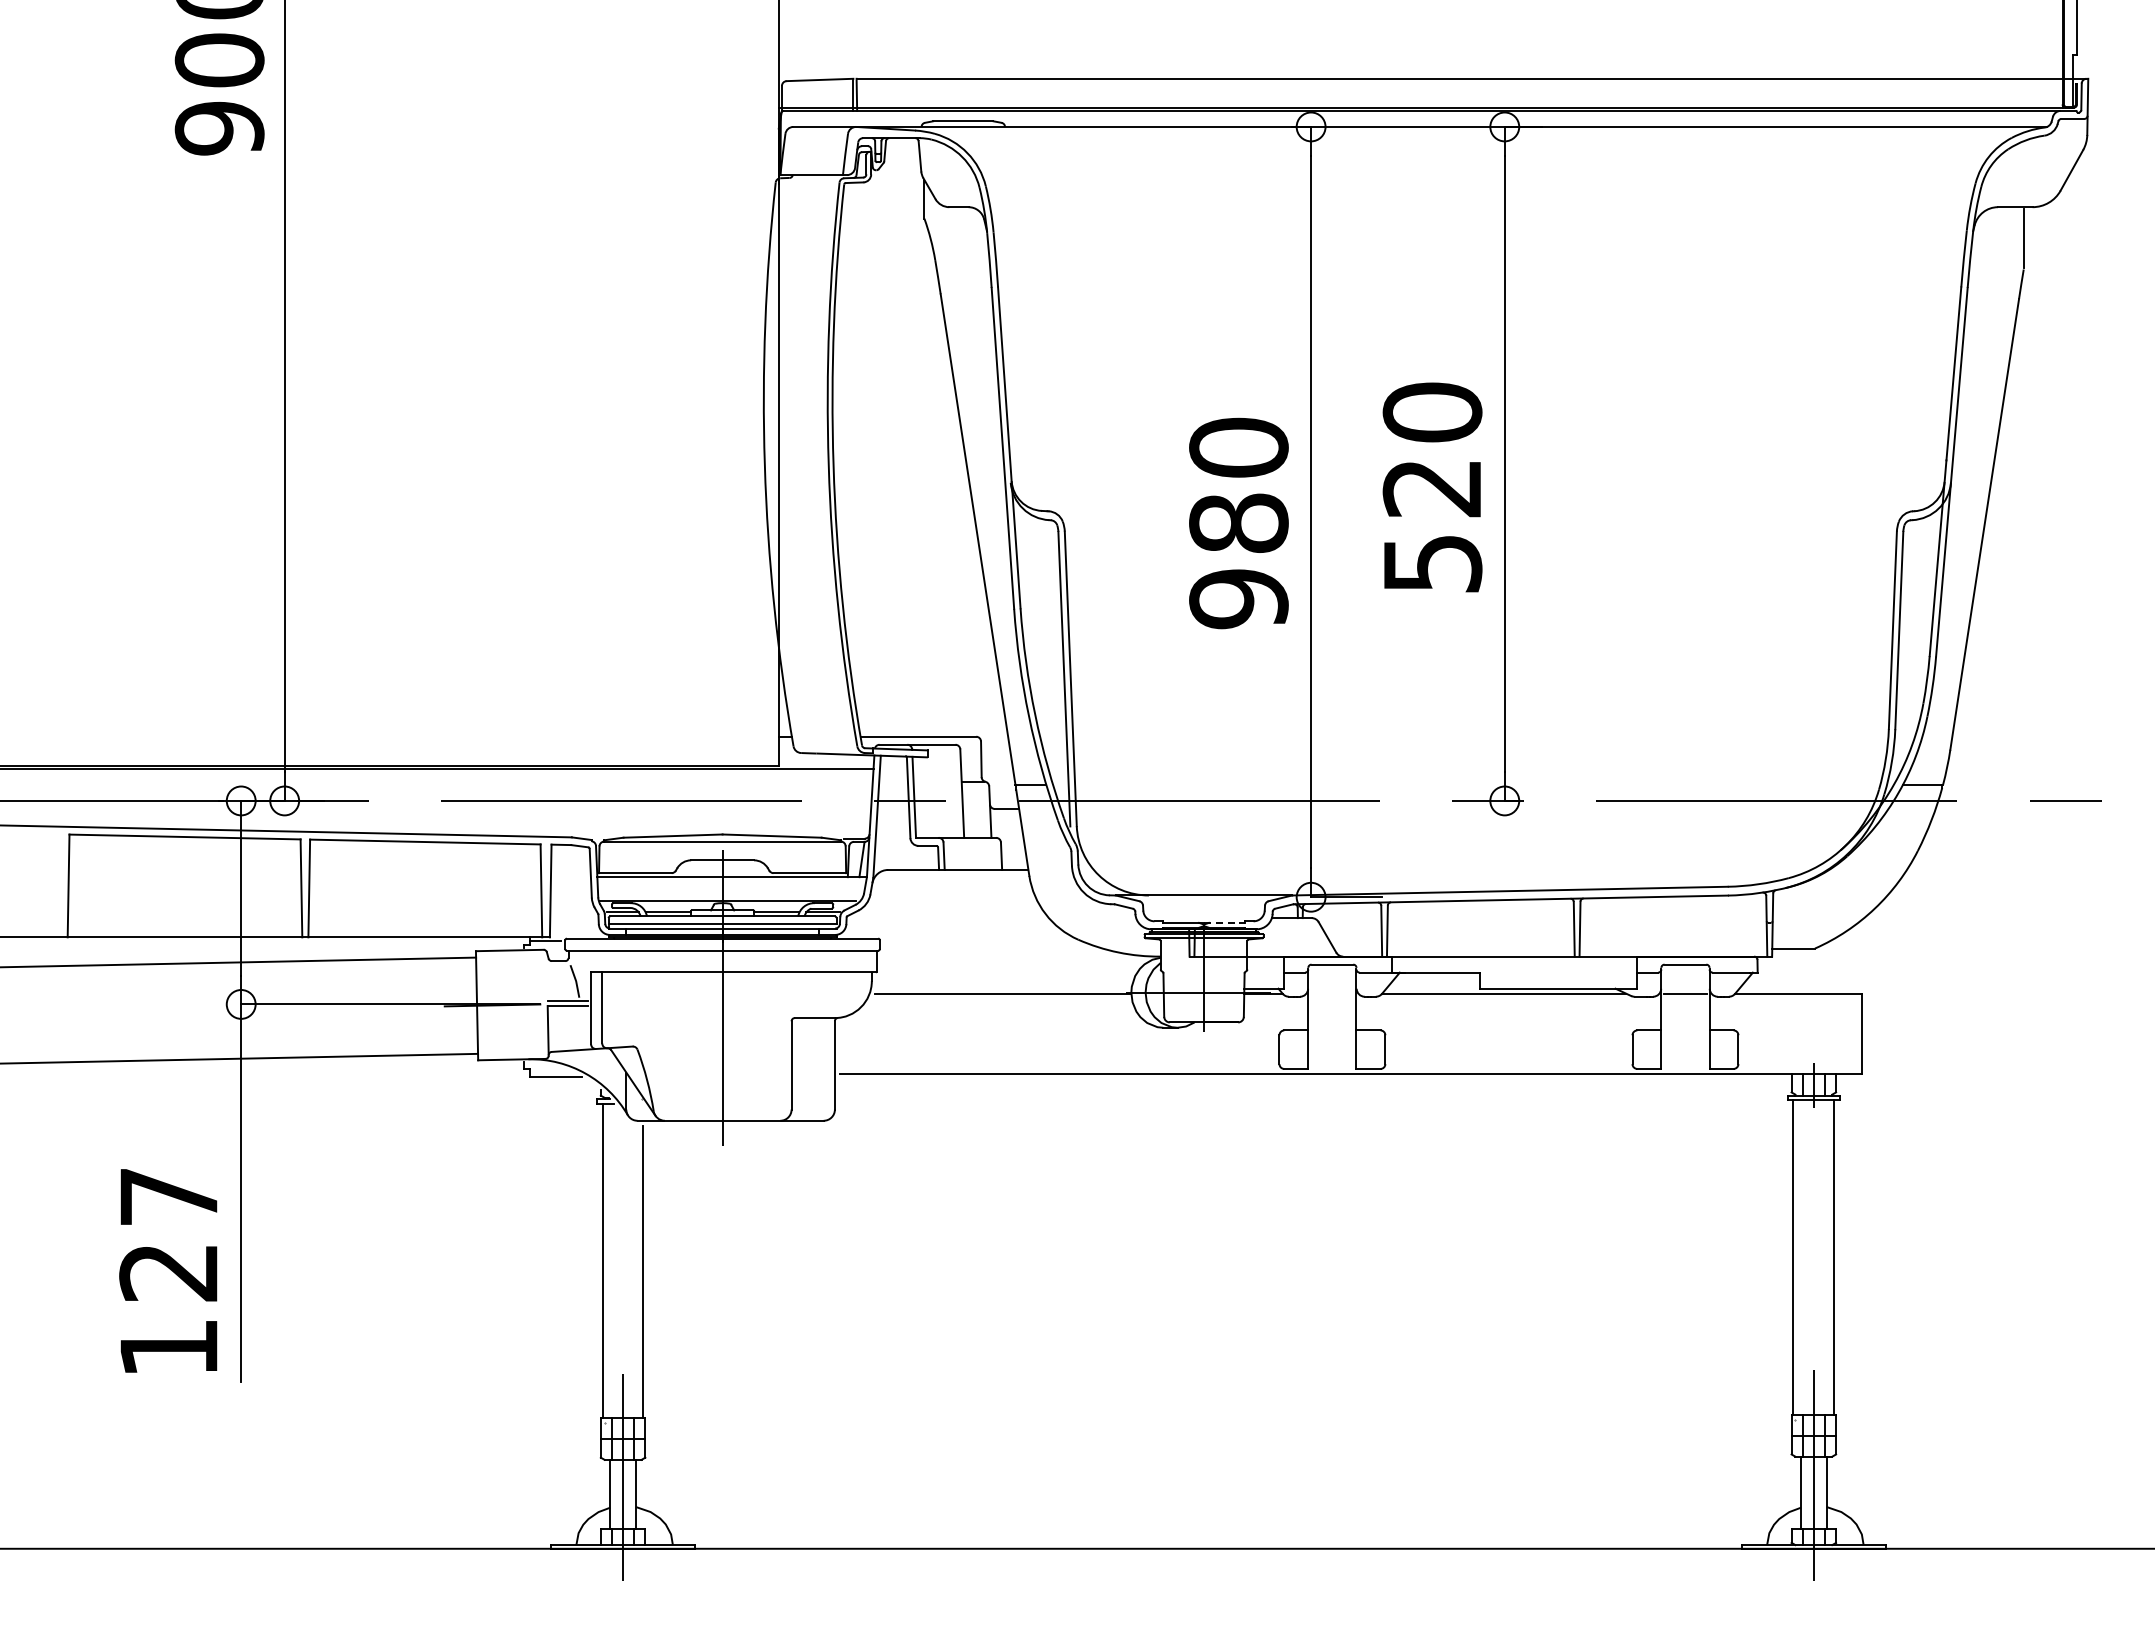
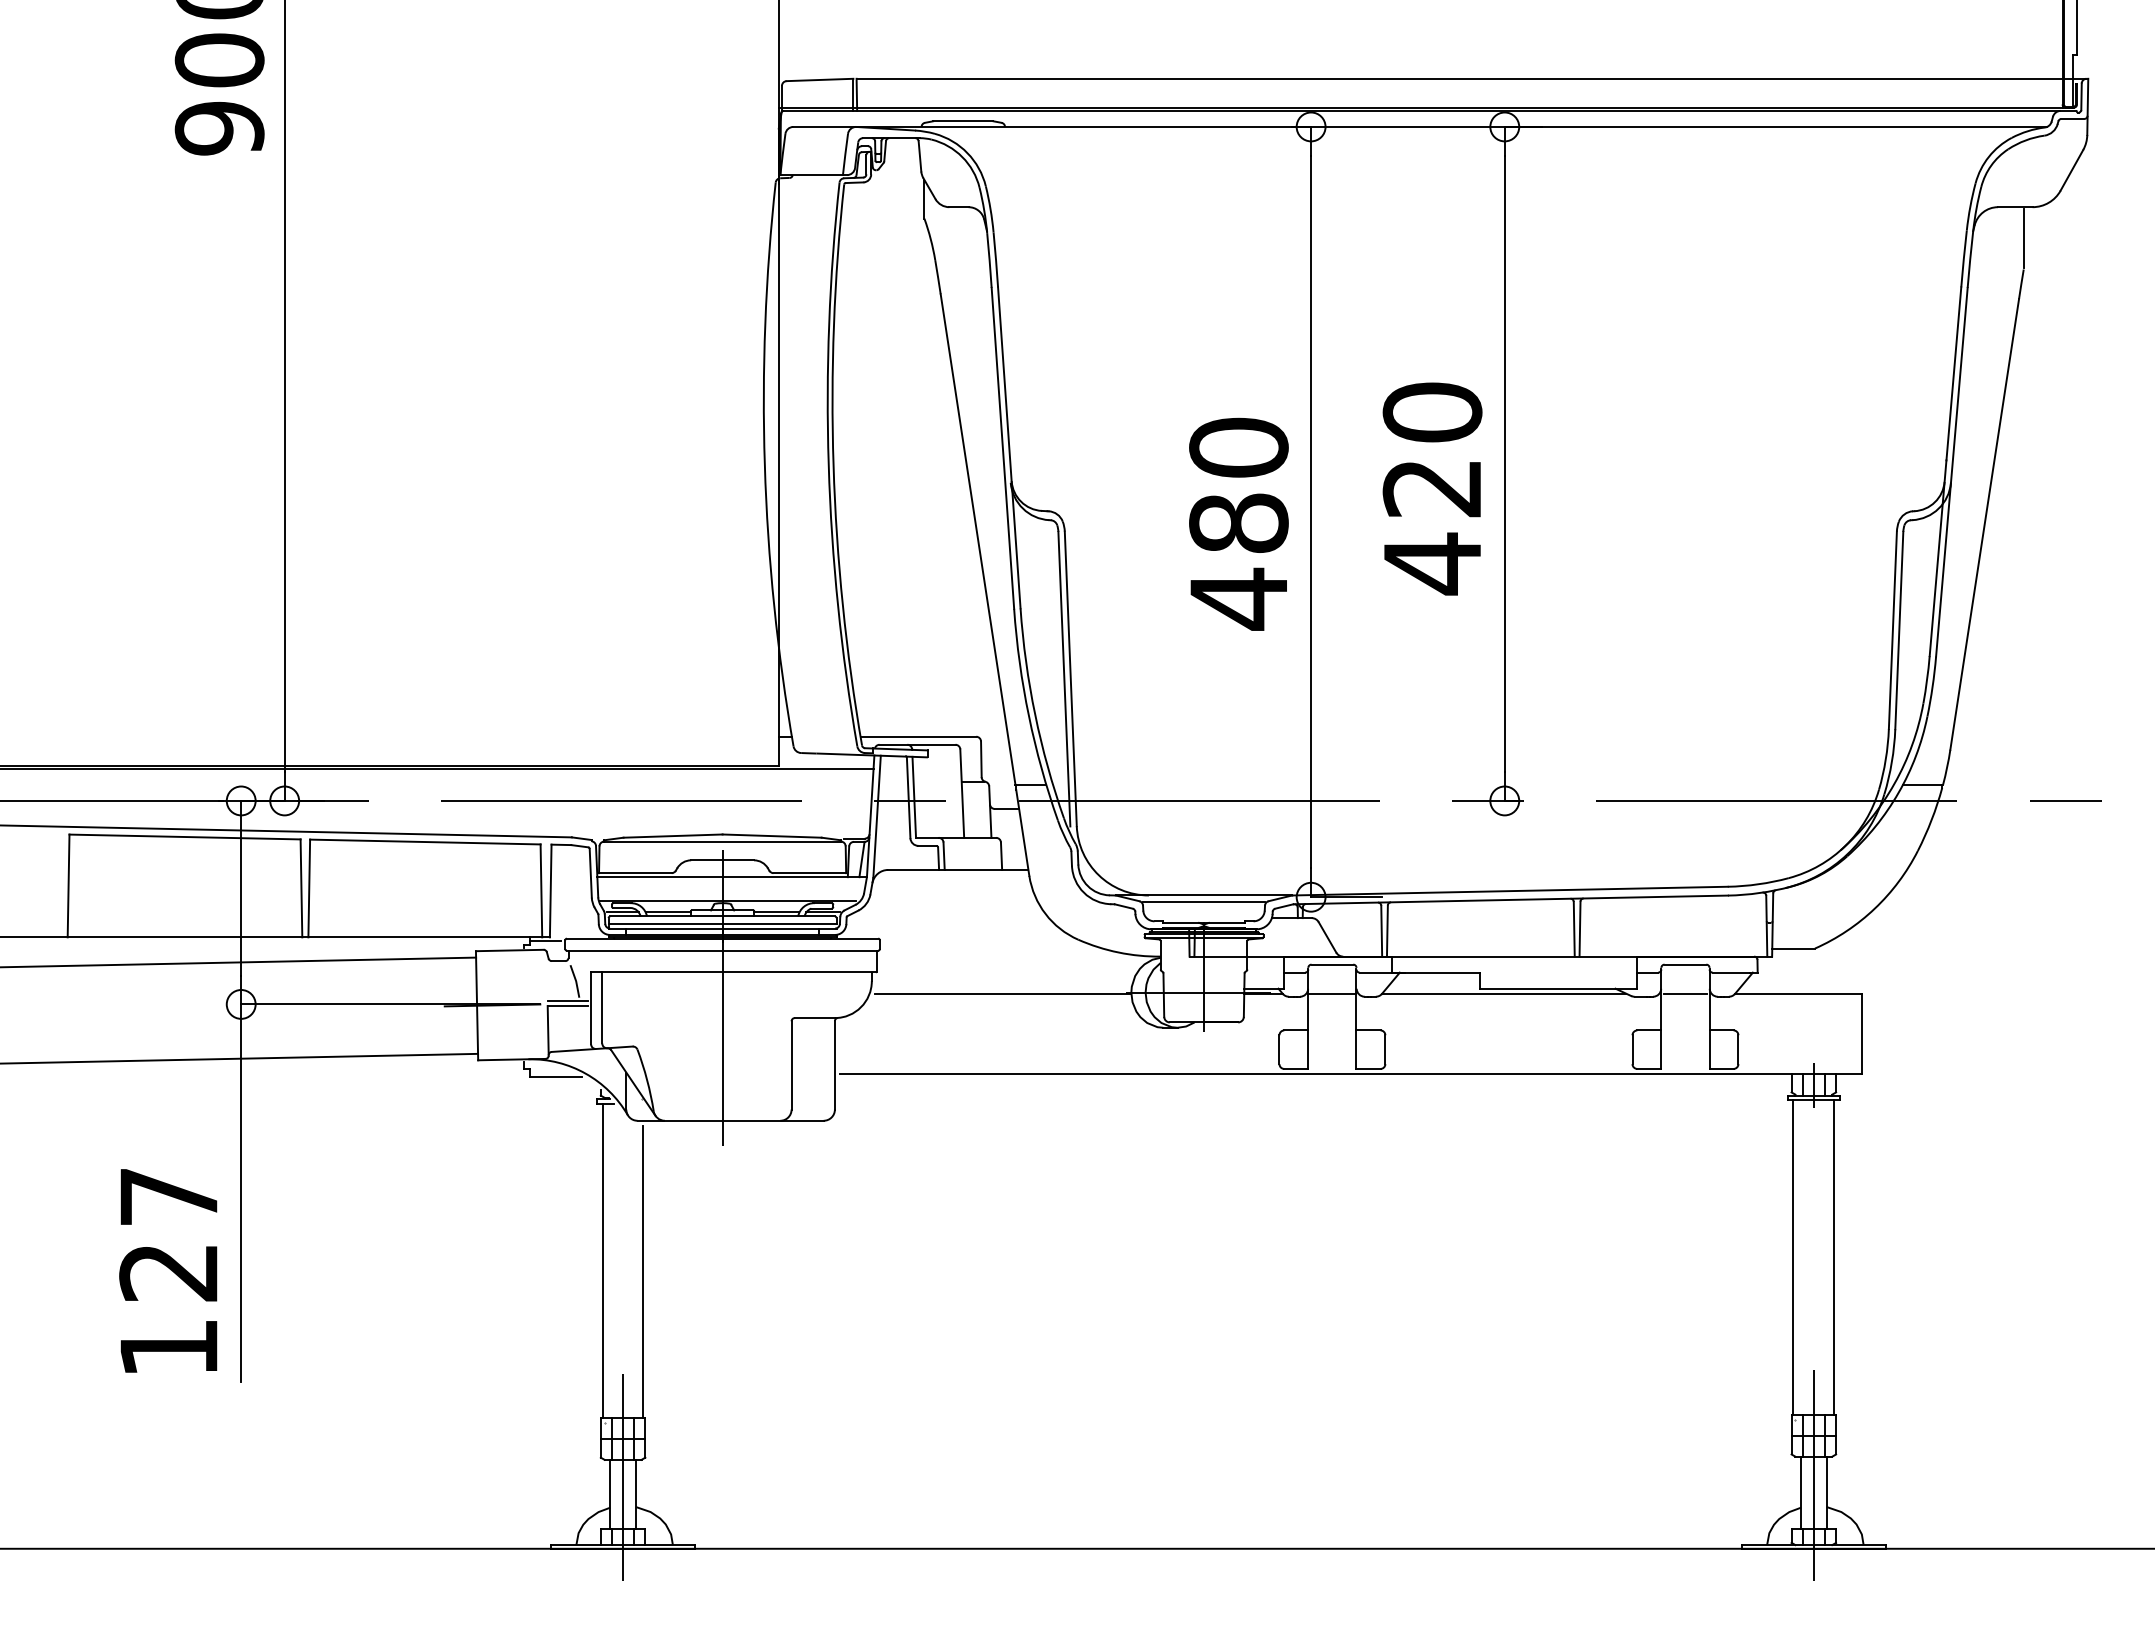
text at (1433, 563): 520 -> 420
text at (1238, 598): 980 -> 480
line at (1203, 902): none -> present
line at (1224, 922): dashed -> solid
line at (1332, 993): none -> present
